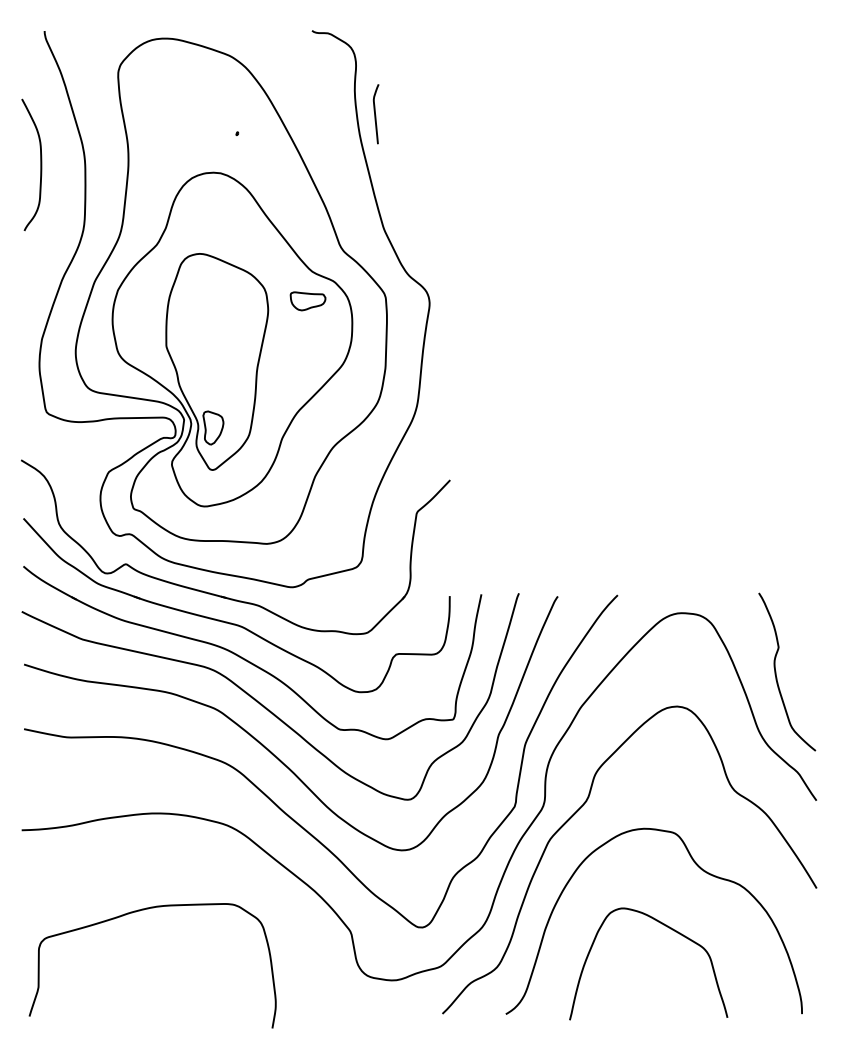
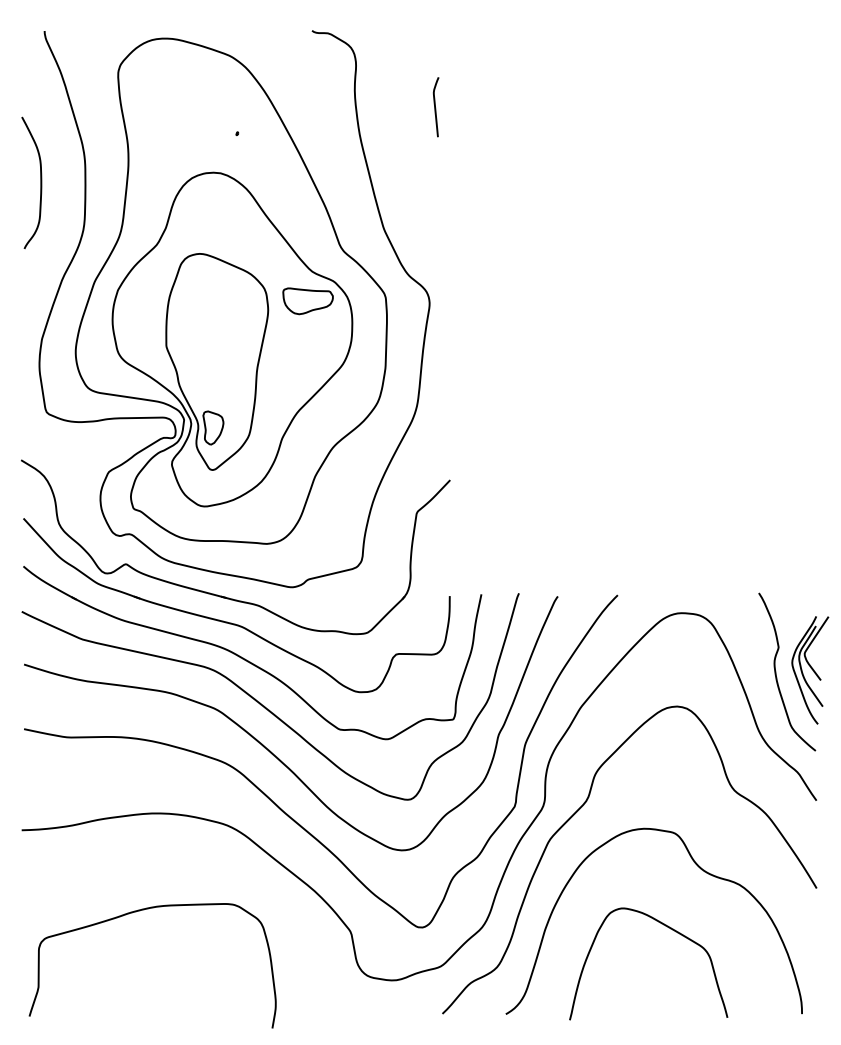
curve at (375, 114) position: (375, 114) -> (435, 107)
curve at (40, 164) position: (40, 164) -> (40, 182)
part at (307, 301) size: 38x21 px -> 52x29 px
part at (810, 670): none -> present
